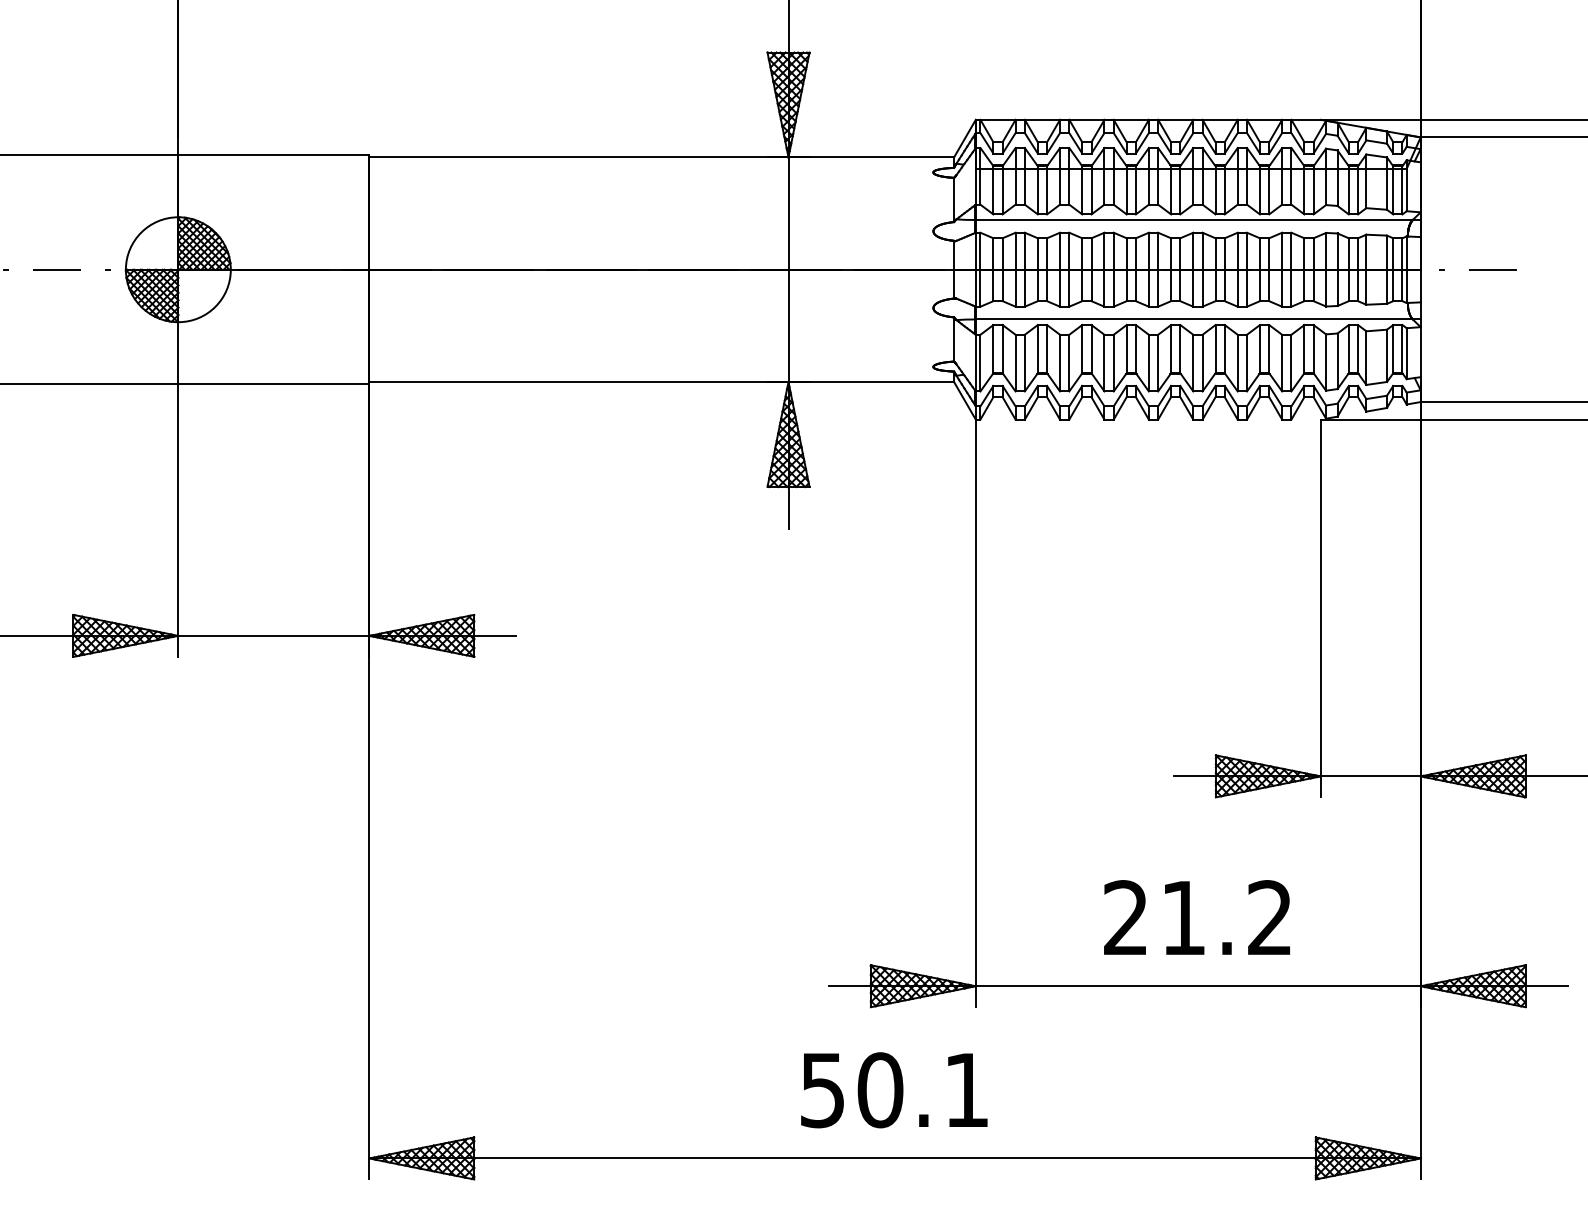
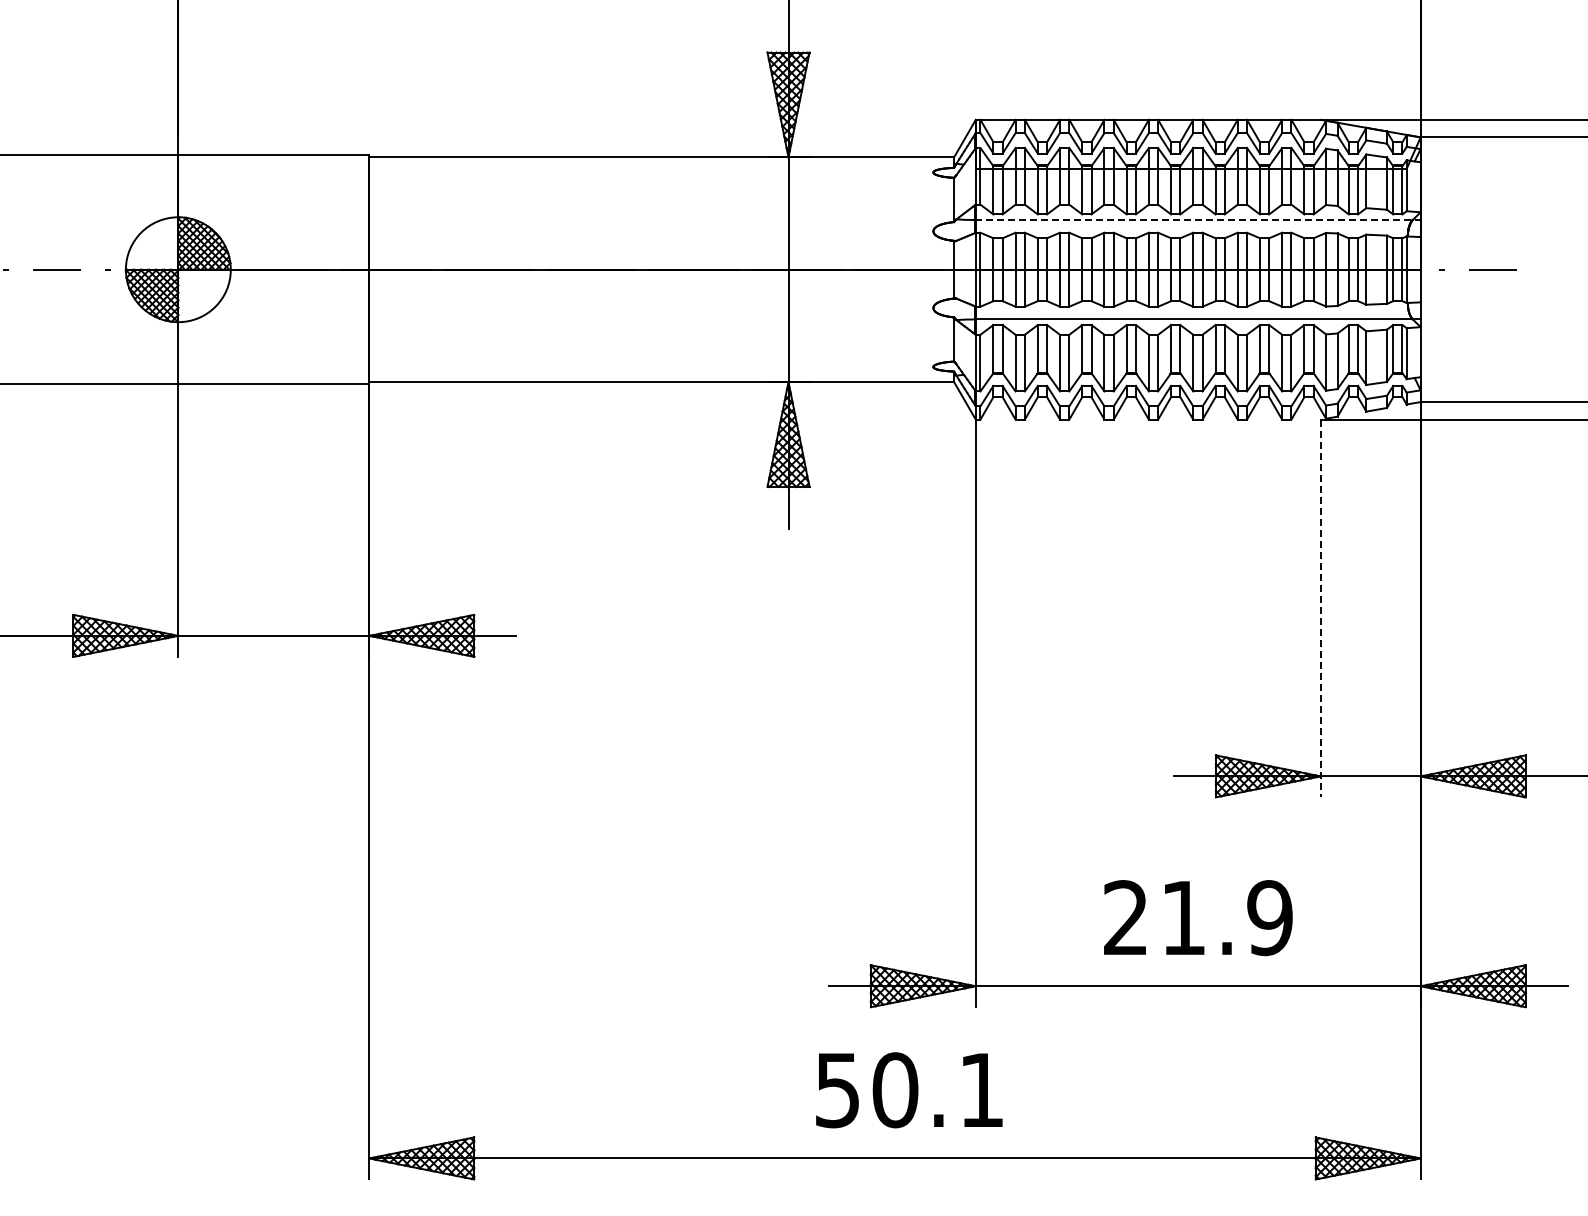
line at (1197, 220): solid -> dashed
line at (1320, 608): solid -> dashed
text at (1269, 918): 21.2 -> 21.9
text at (894, 1090) position: (894, 1090) -> (909, 1090)
